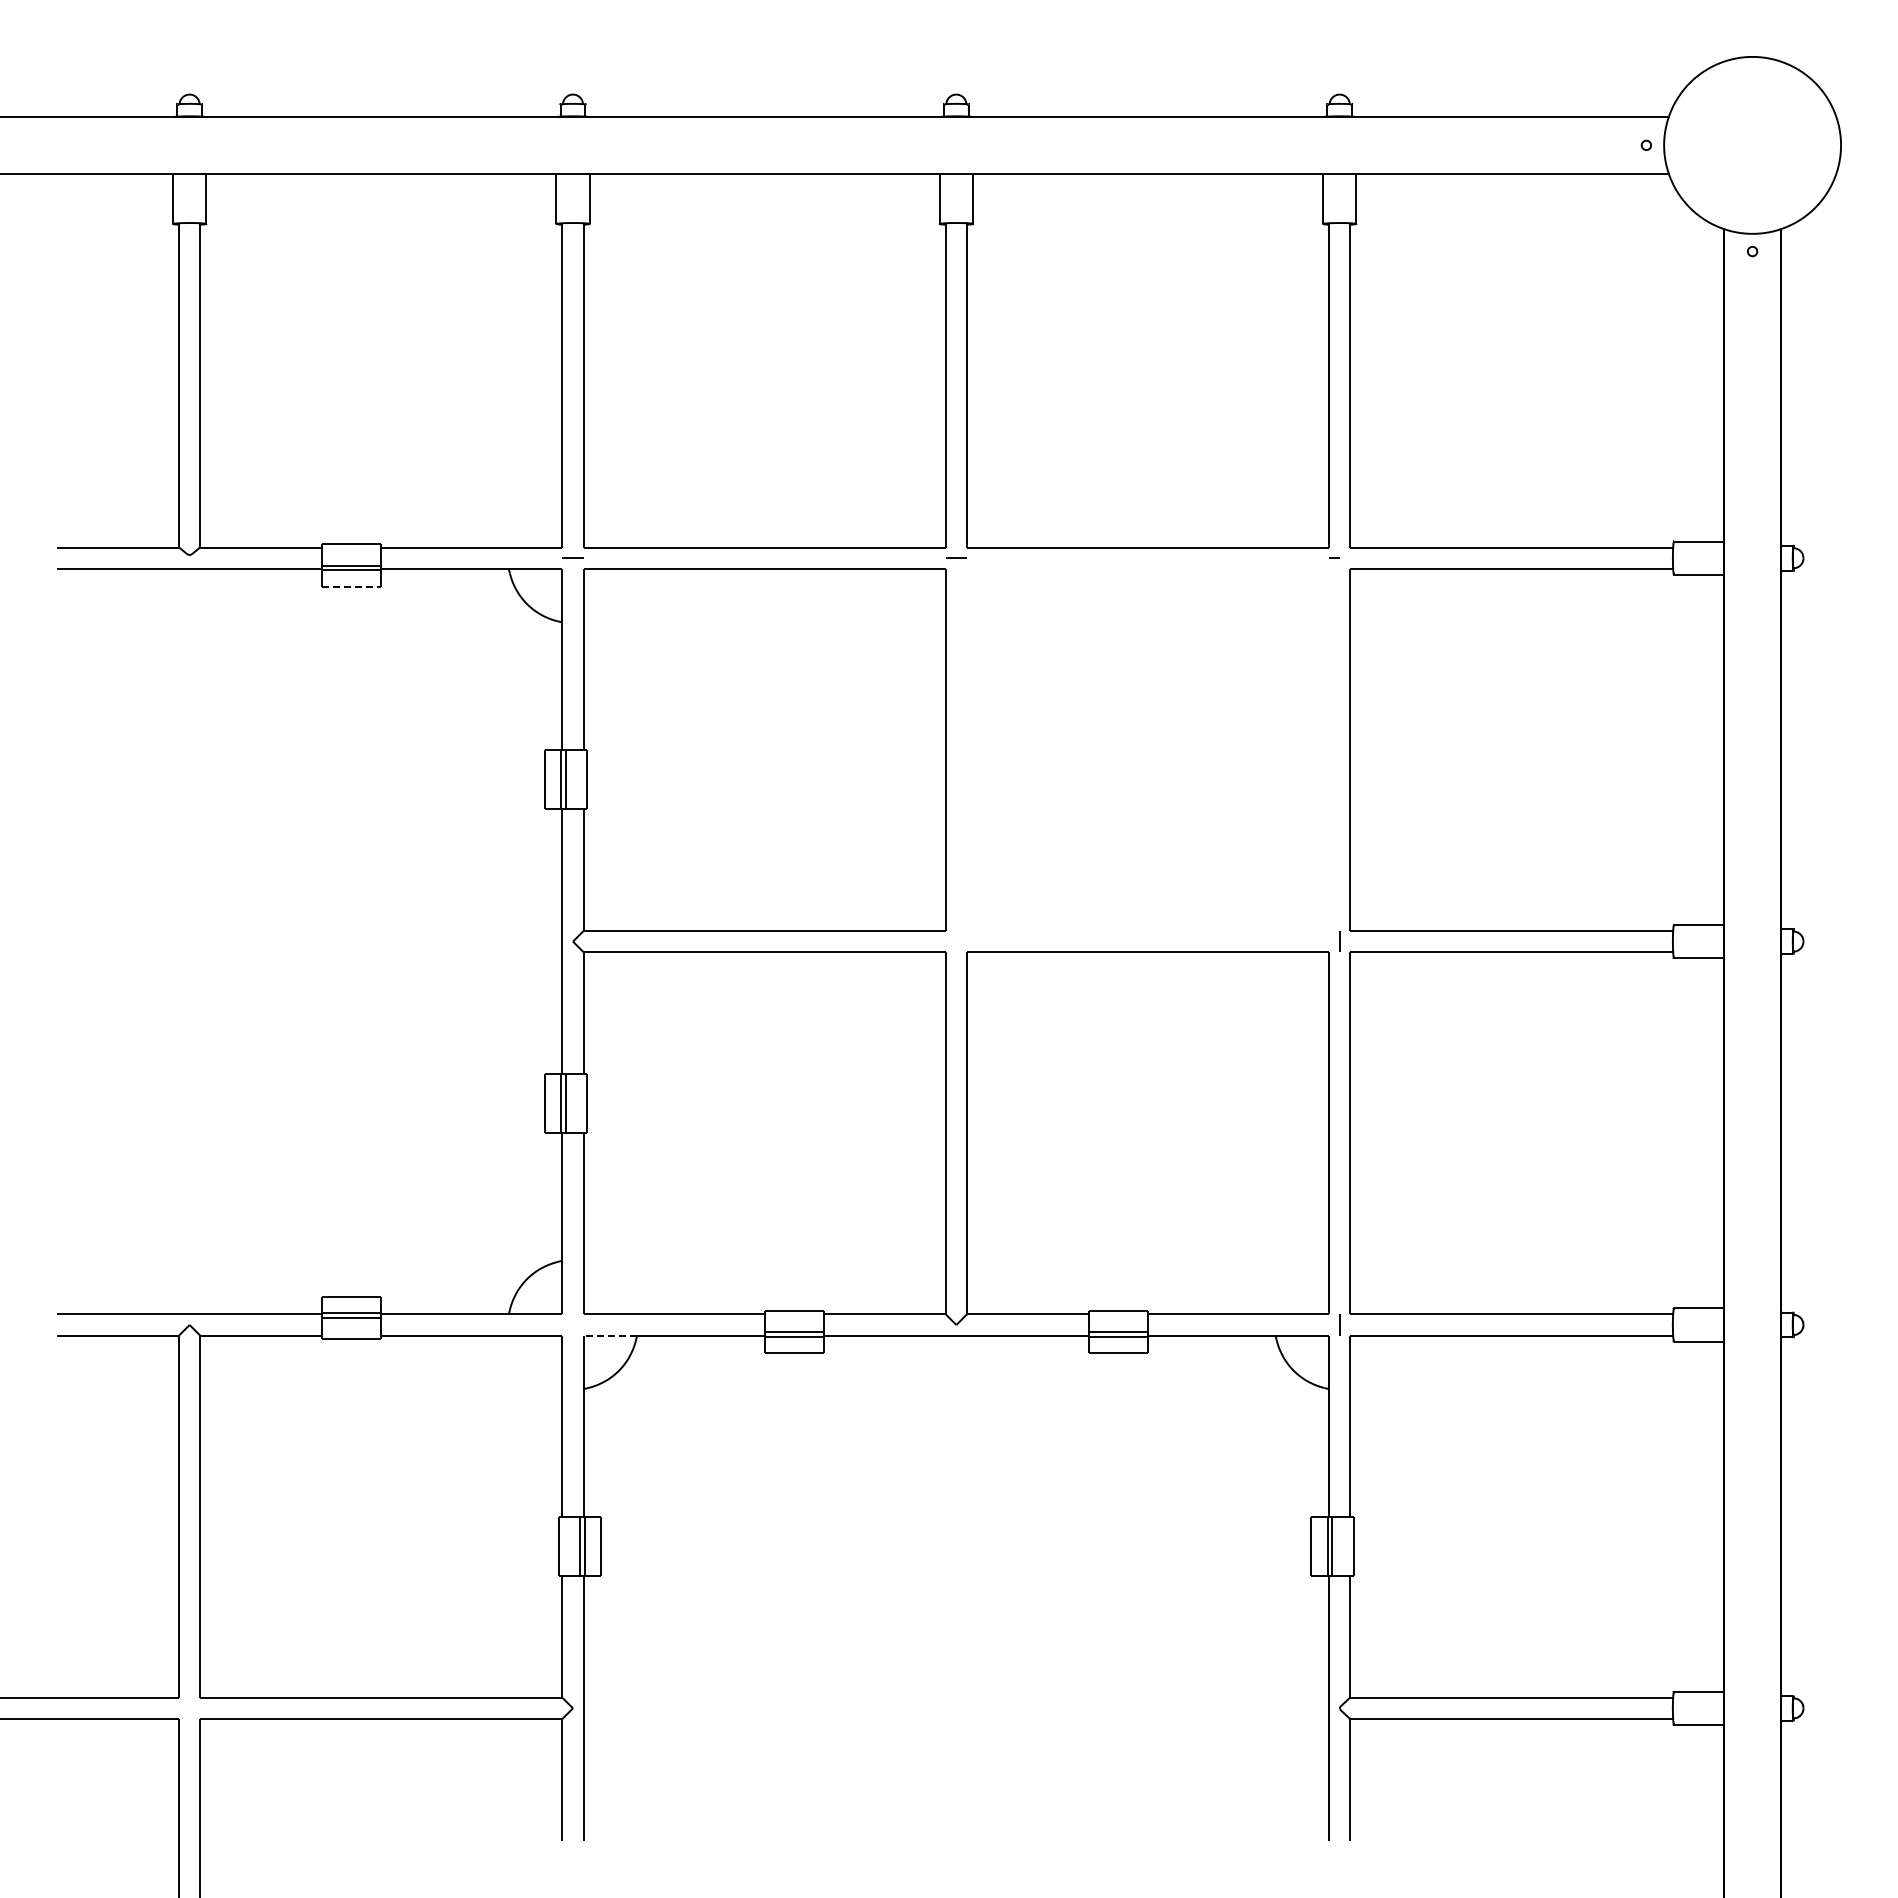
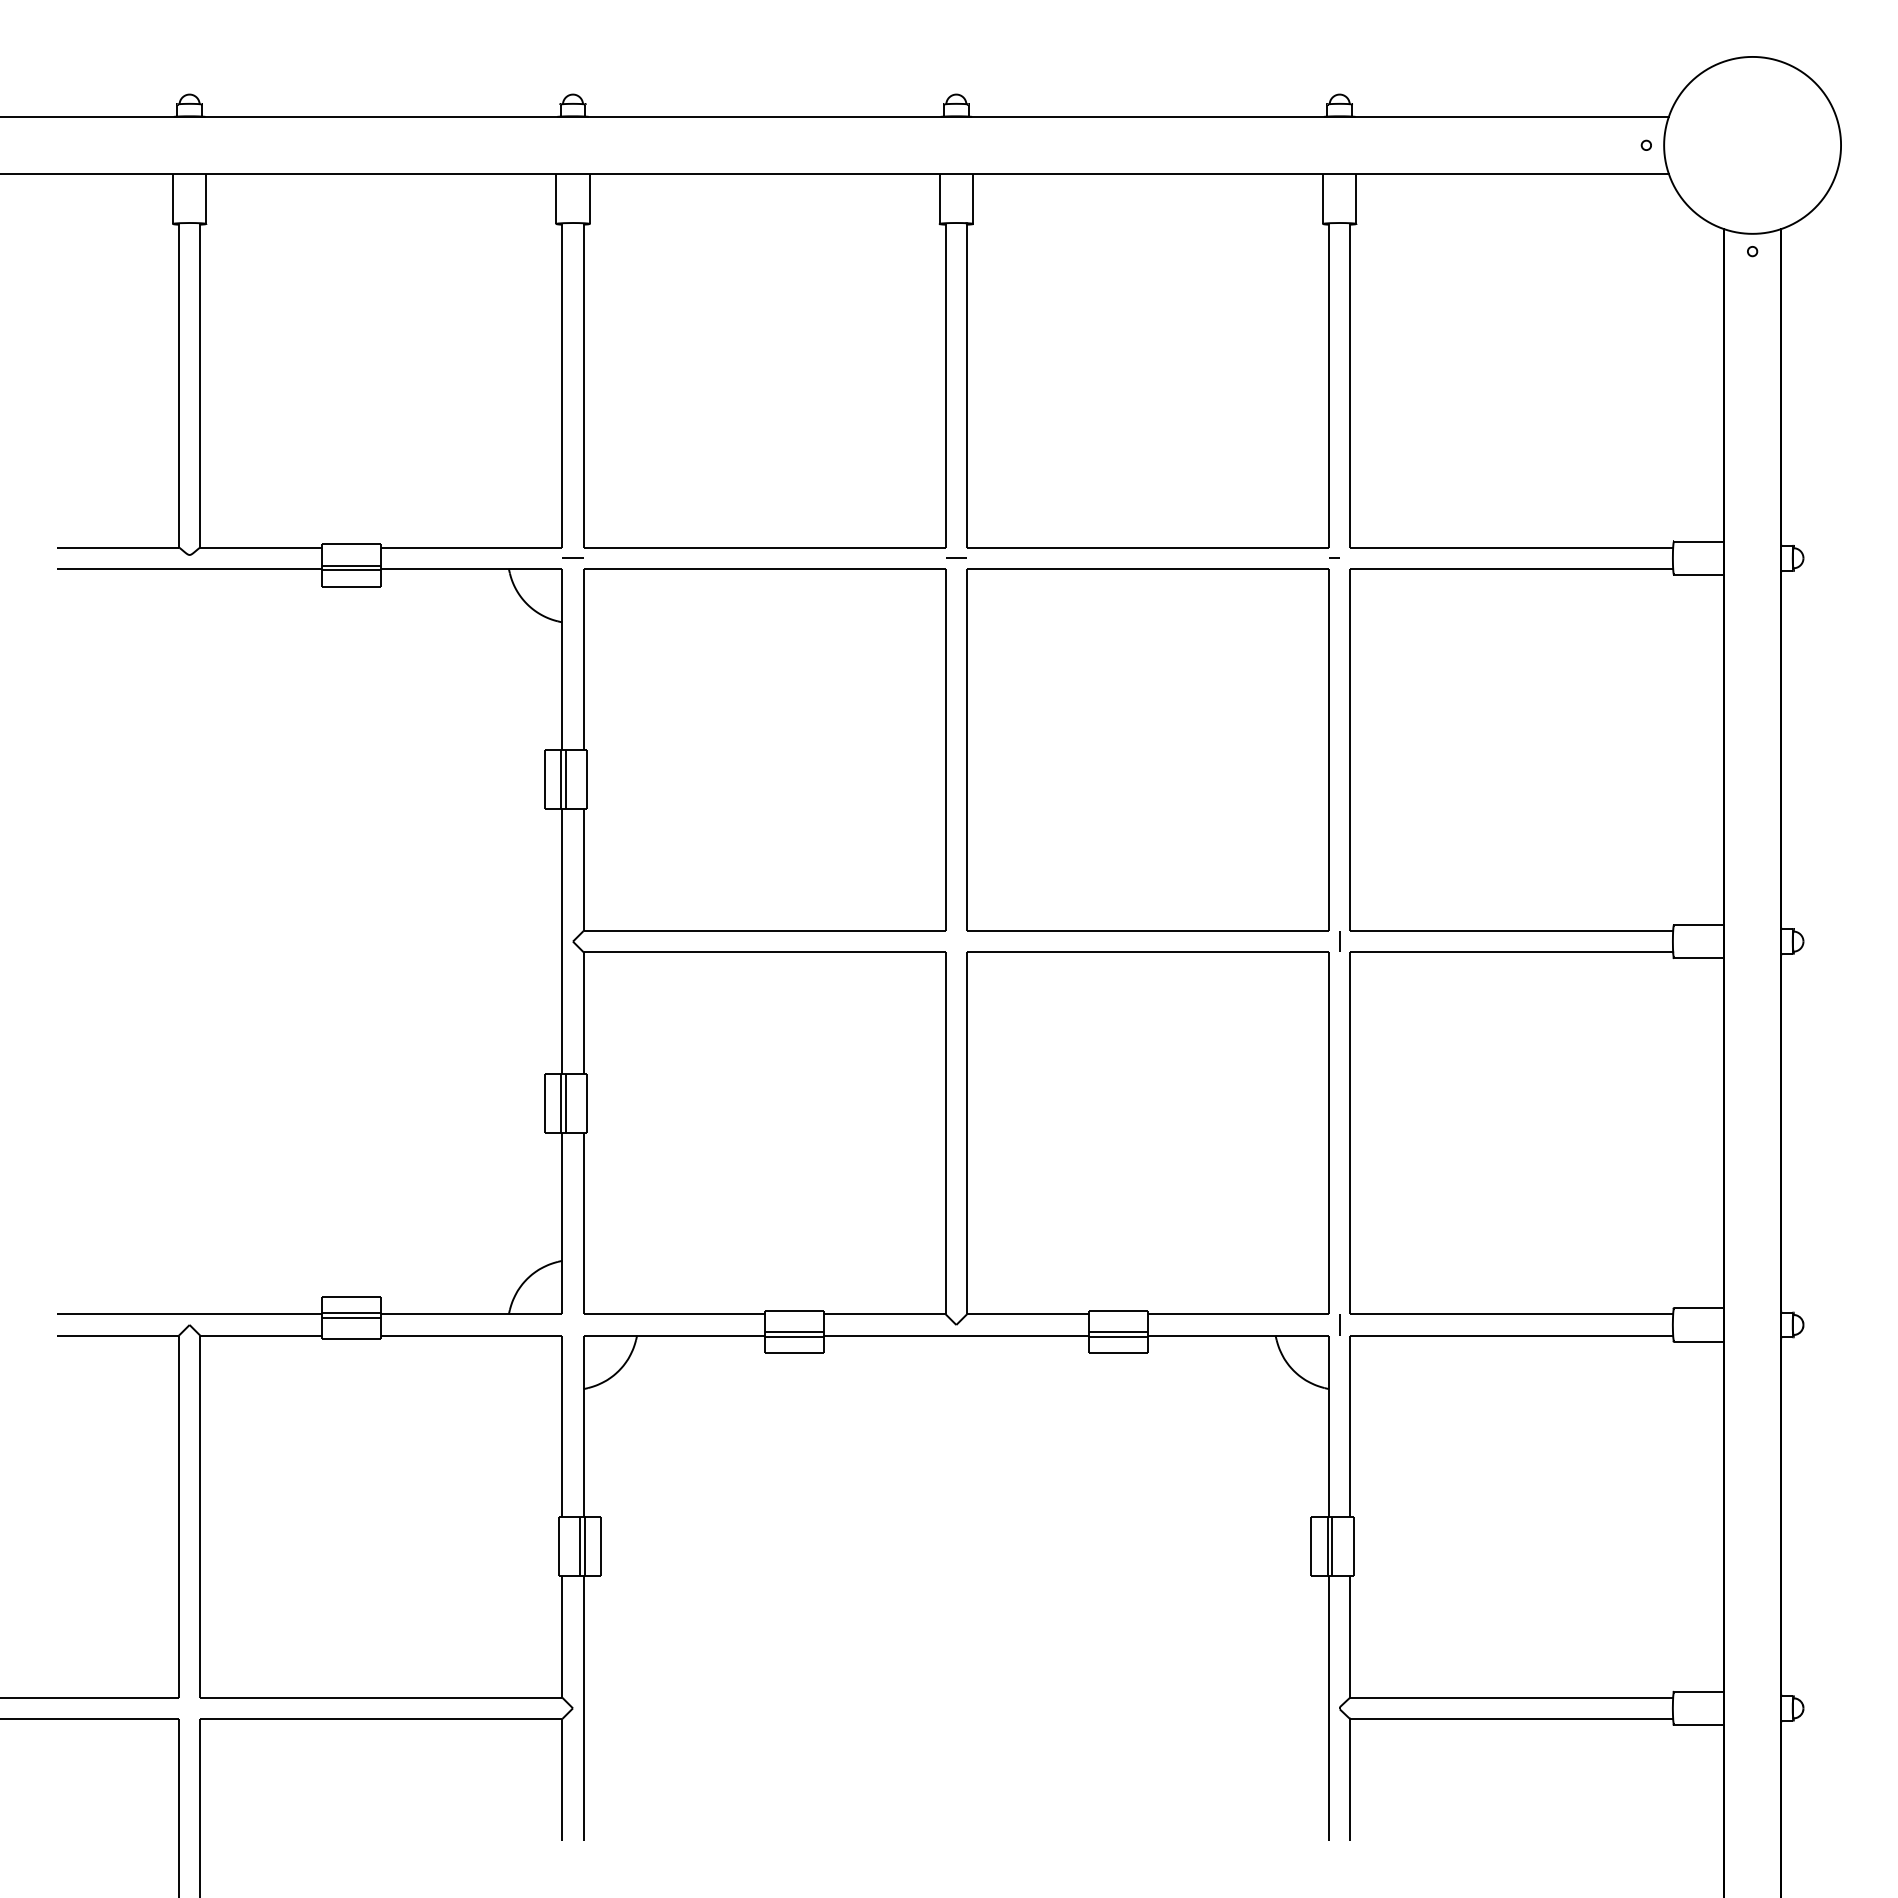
line at (352, 586): dashed -> solid
part at (1147, 749): none -> present
line at (610, 1335): dashed -> solid
